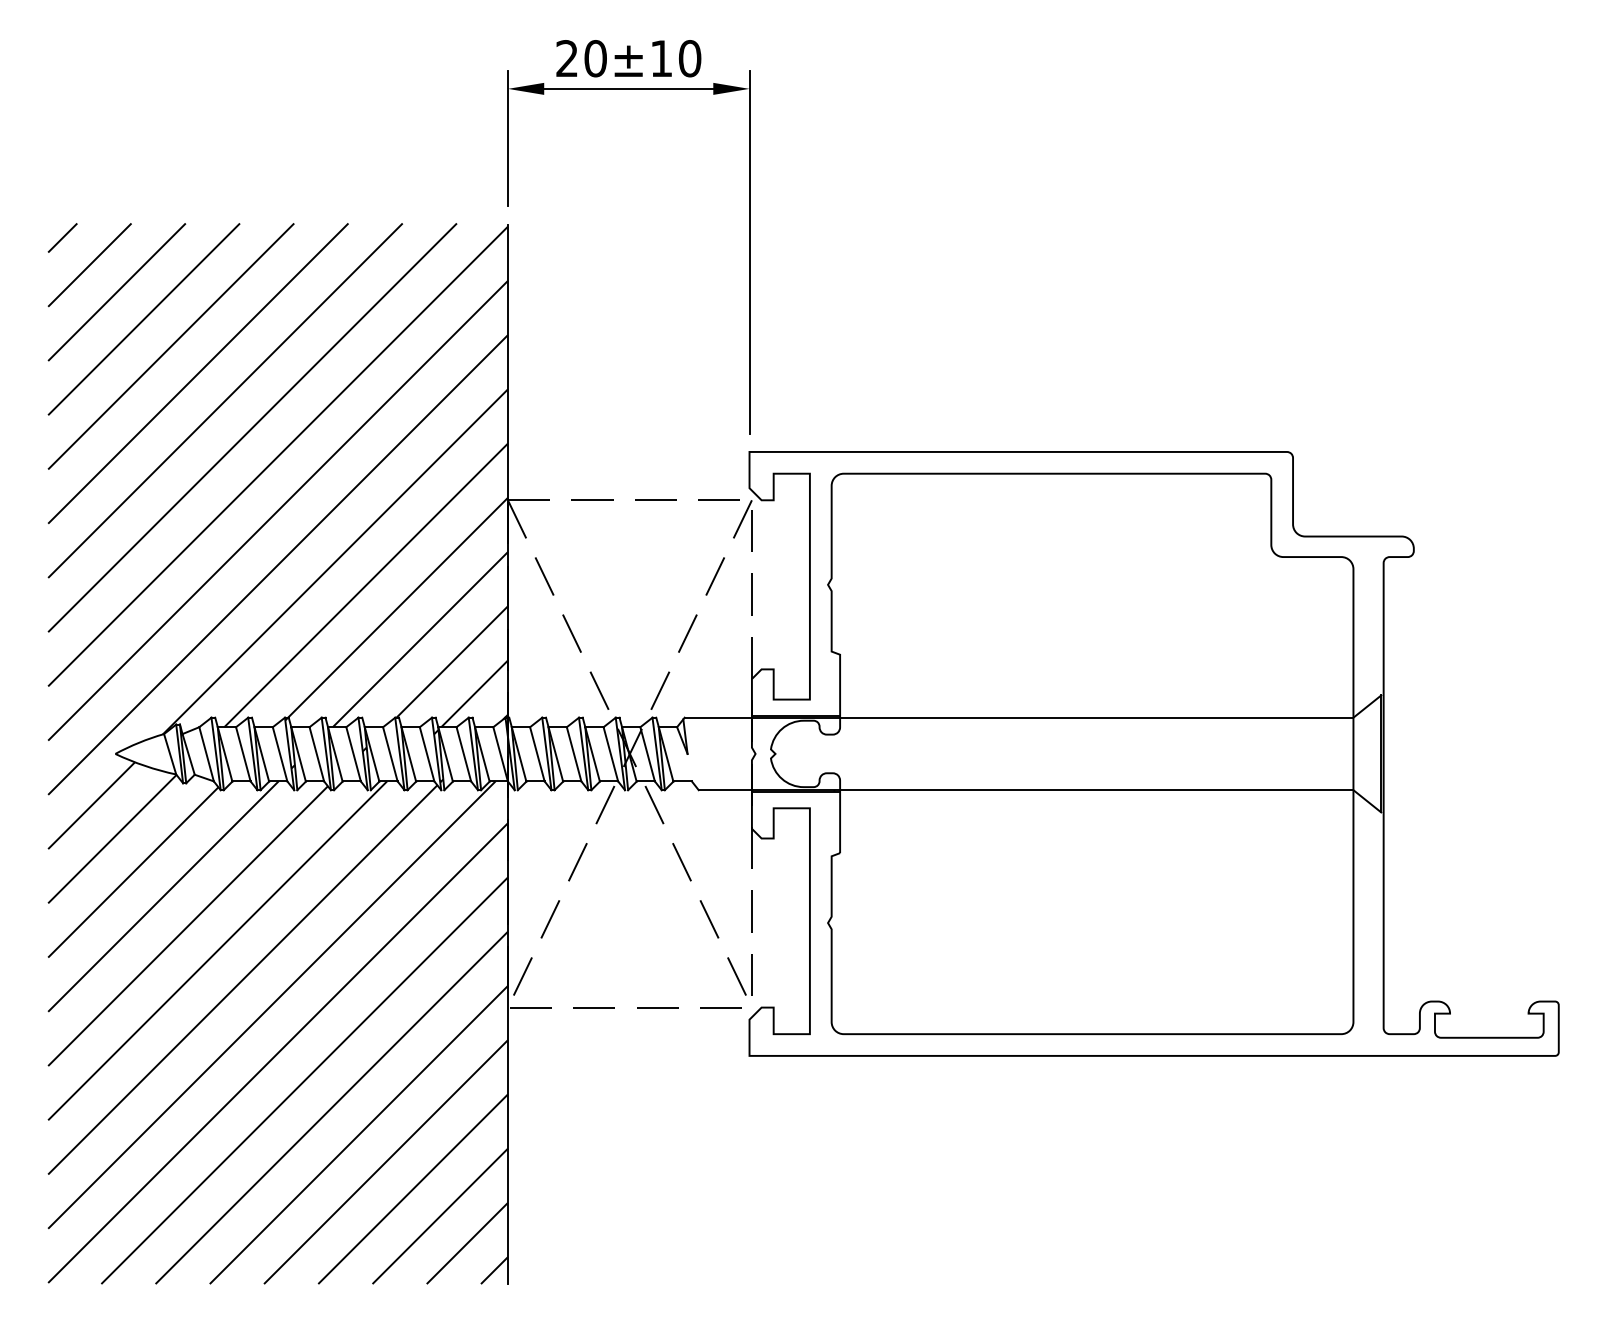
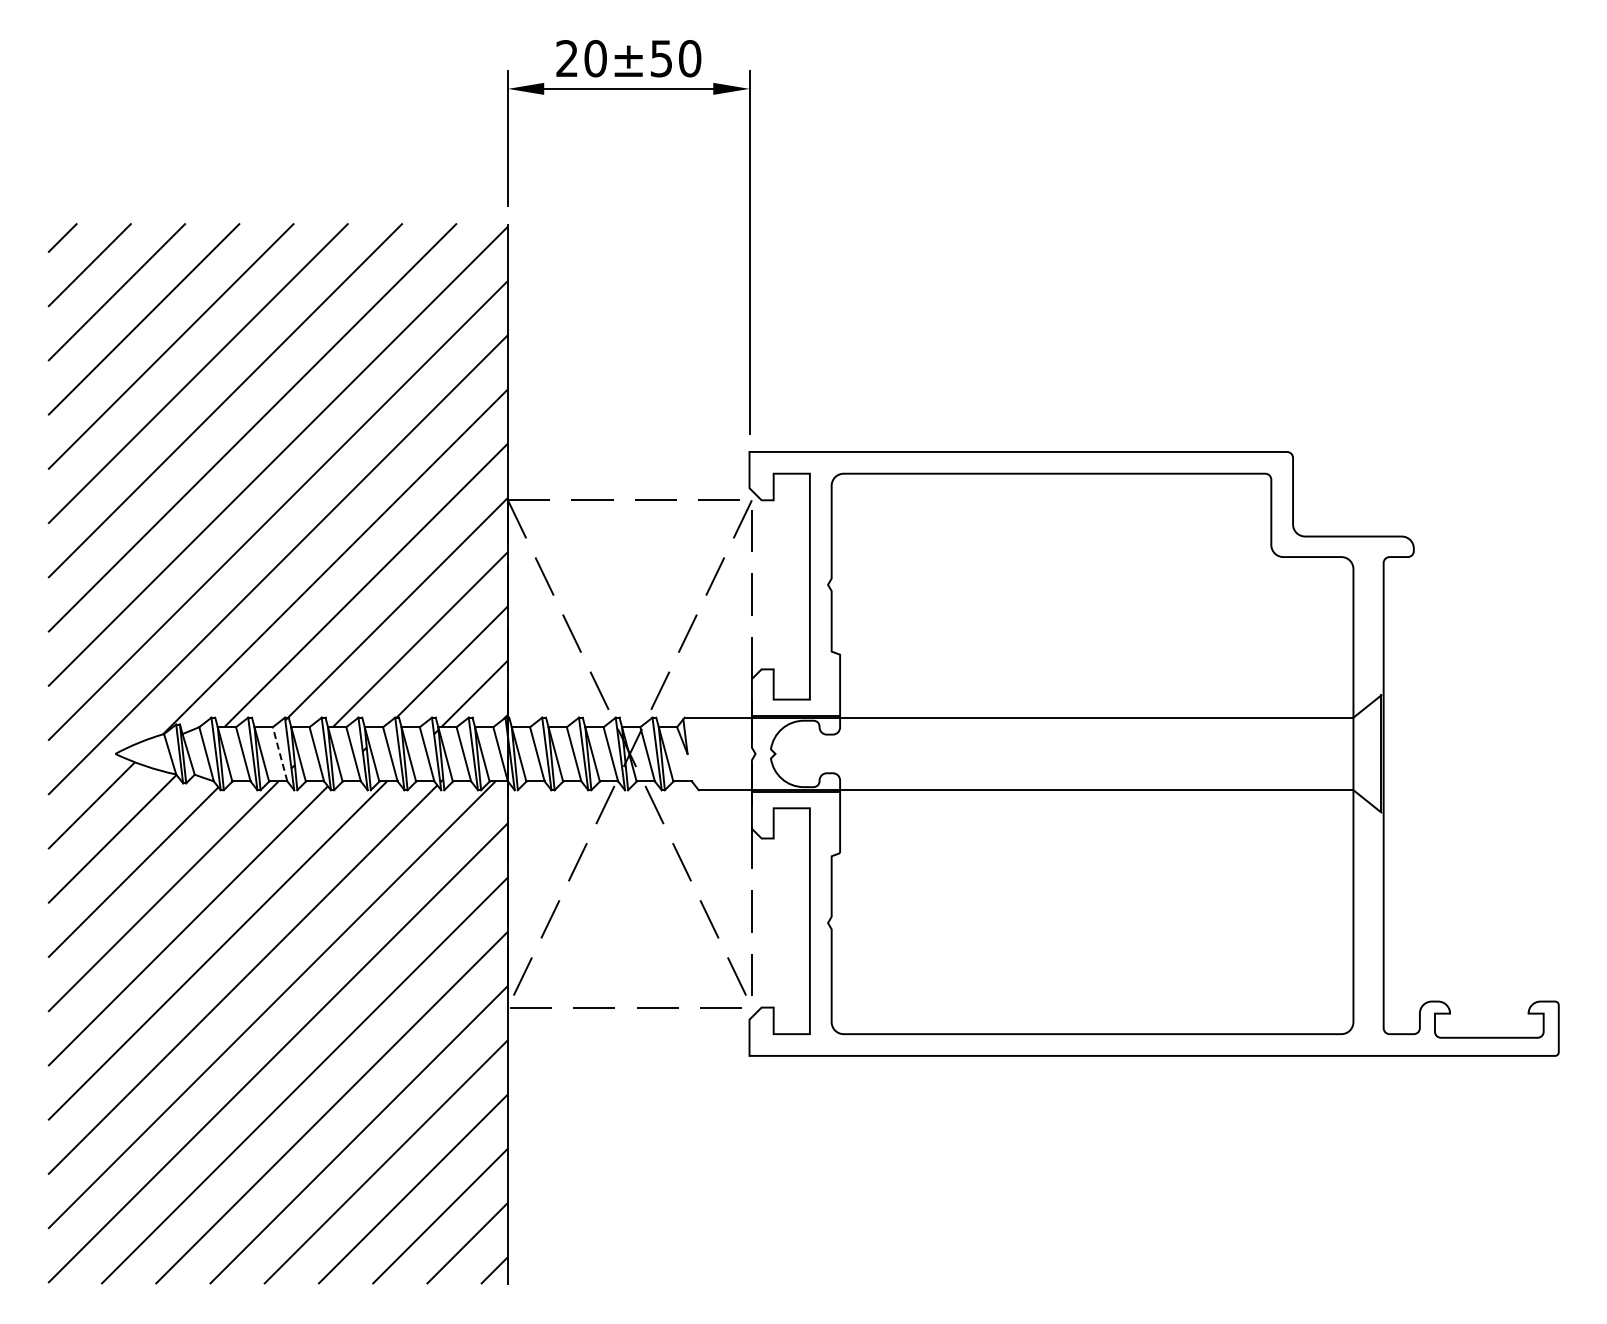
text at (661, 58): 20±10 -> 20±50
line at (279, 753): solid -> dashed
